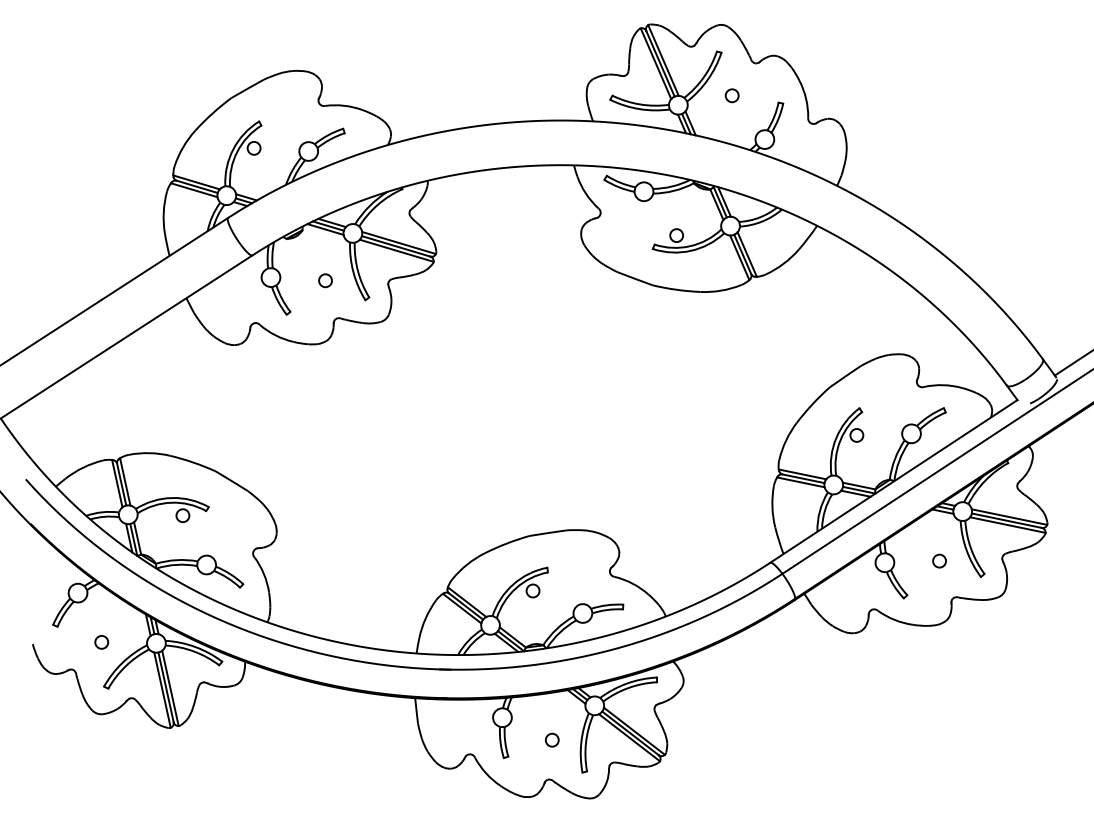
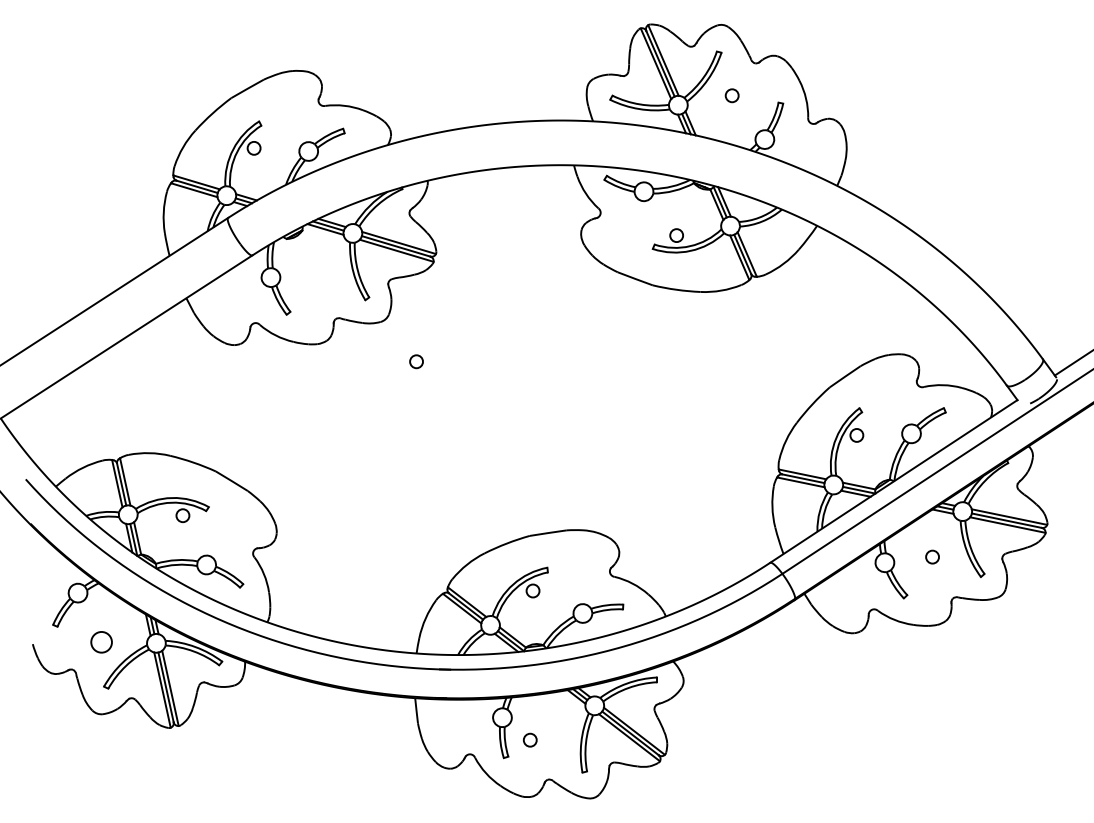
circle at (325, 280) position: (325, 280) -> (416, 361)
circle at (939, 560) position: (939, 560) -> (932, 556)
circle at (101, 642) size: 16x15 px -> 23x23 px
circle at (552, 739) position: (552, 739) -> (530, 739)
